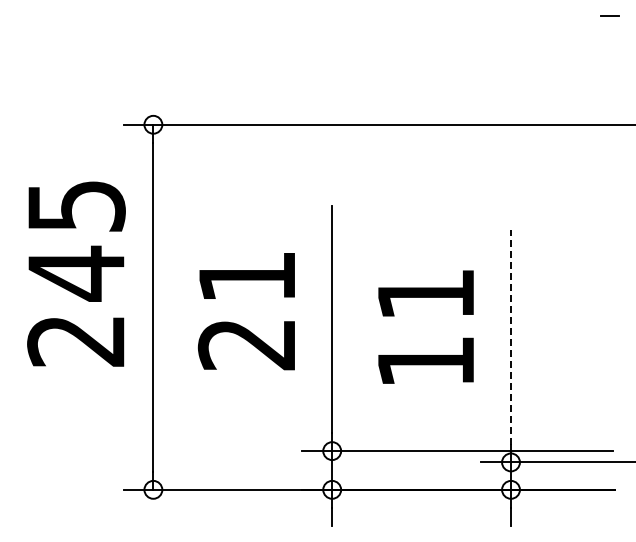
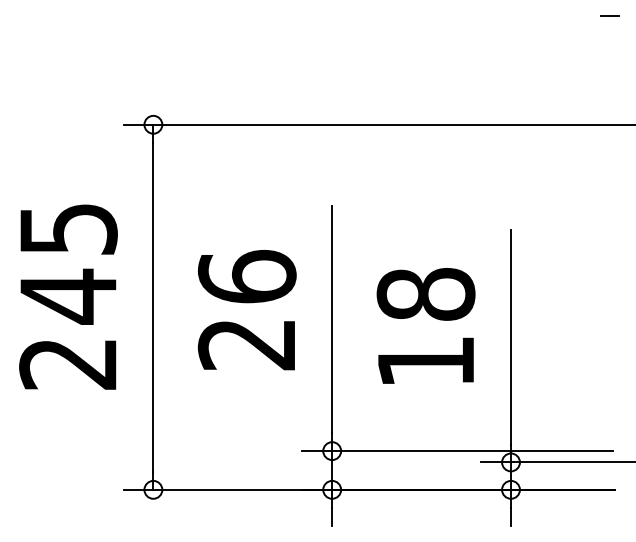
text at (76, 273) position: (76, 273) -> (68, 296)
text at (246, 276): 21 -> 26
text at (425, 294): 11 -> 18
line at (511, 336): dashed -> solid
